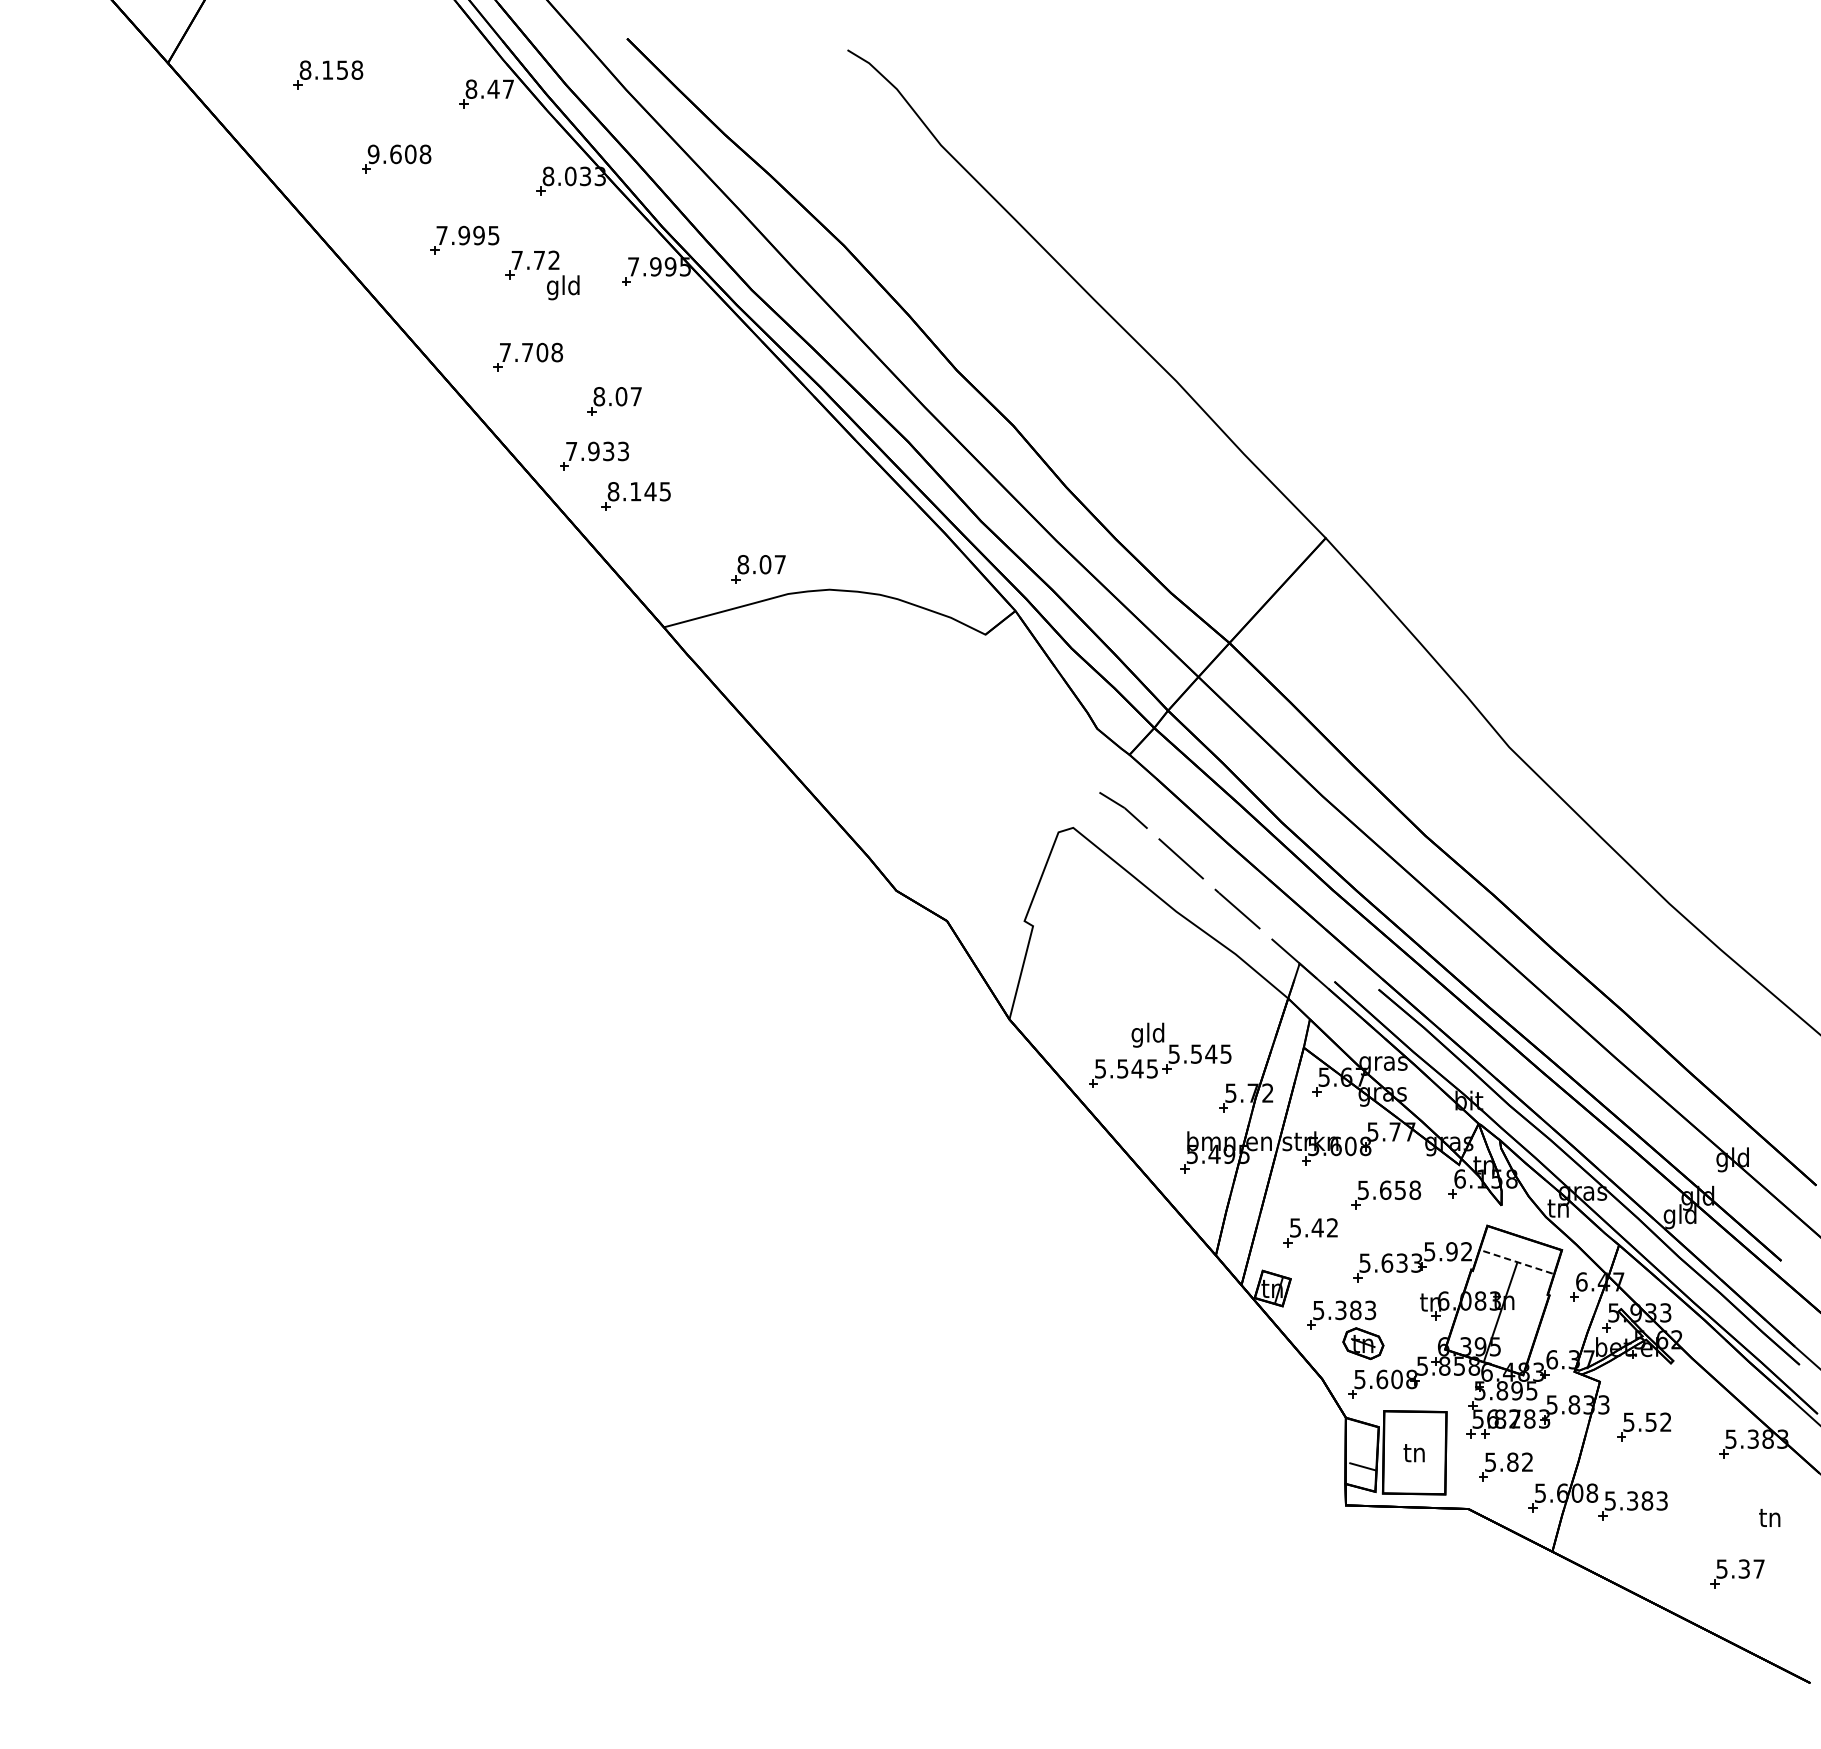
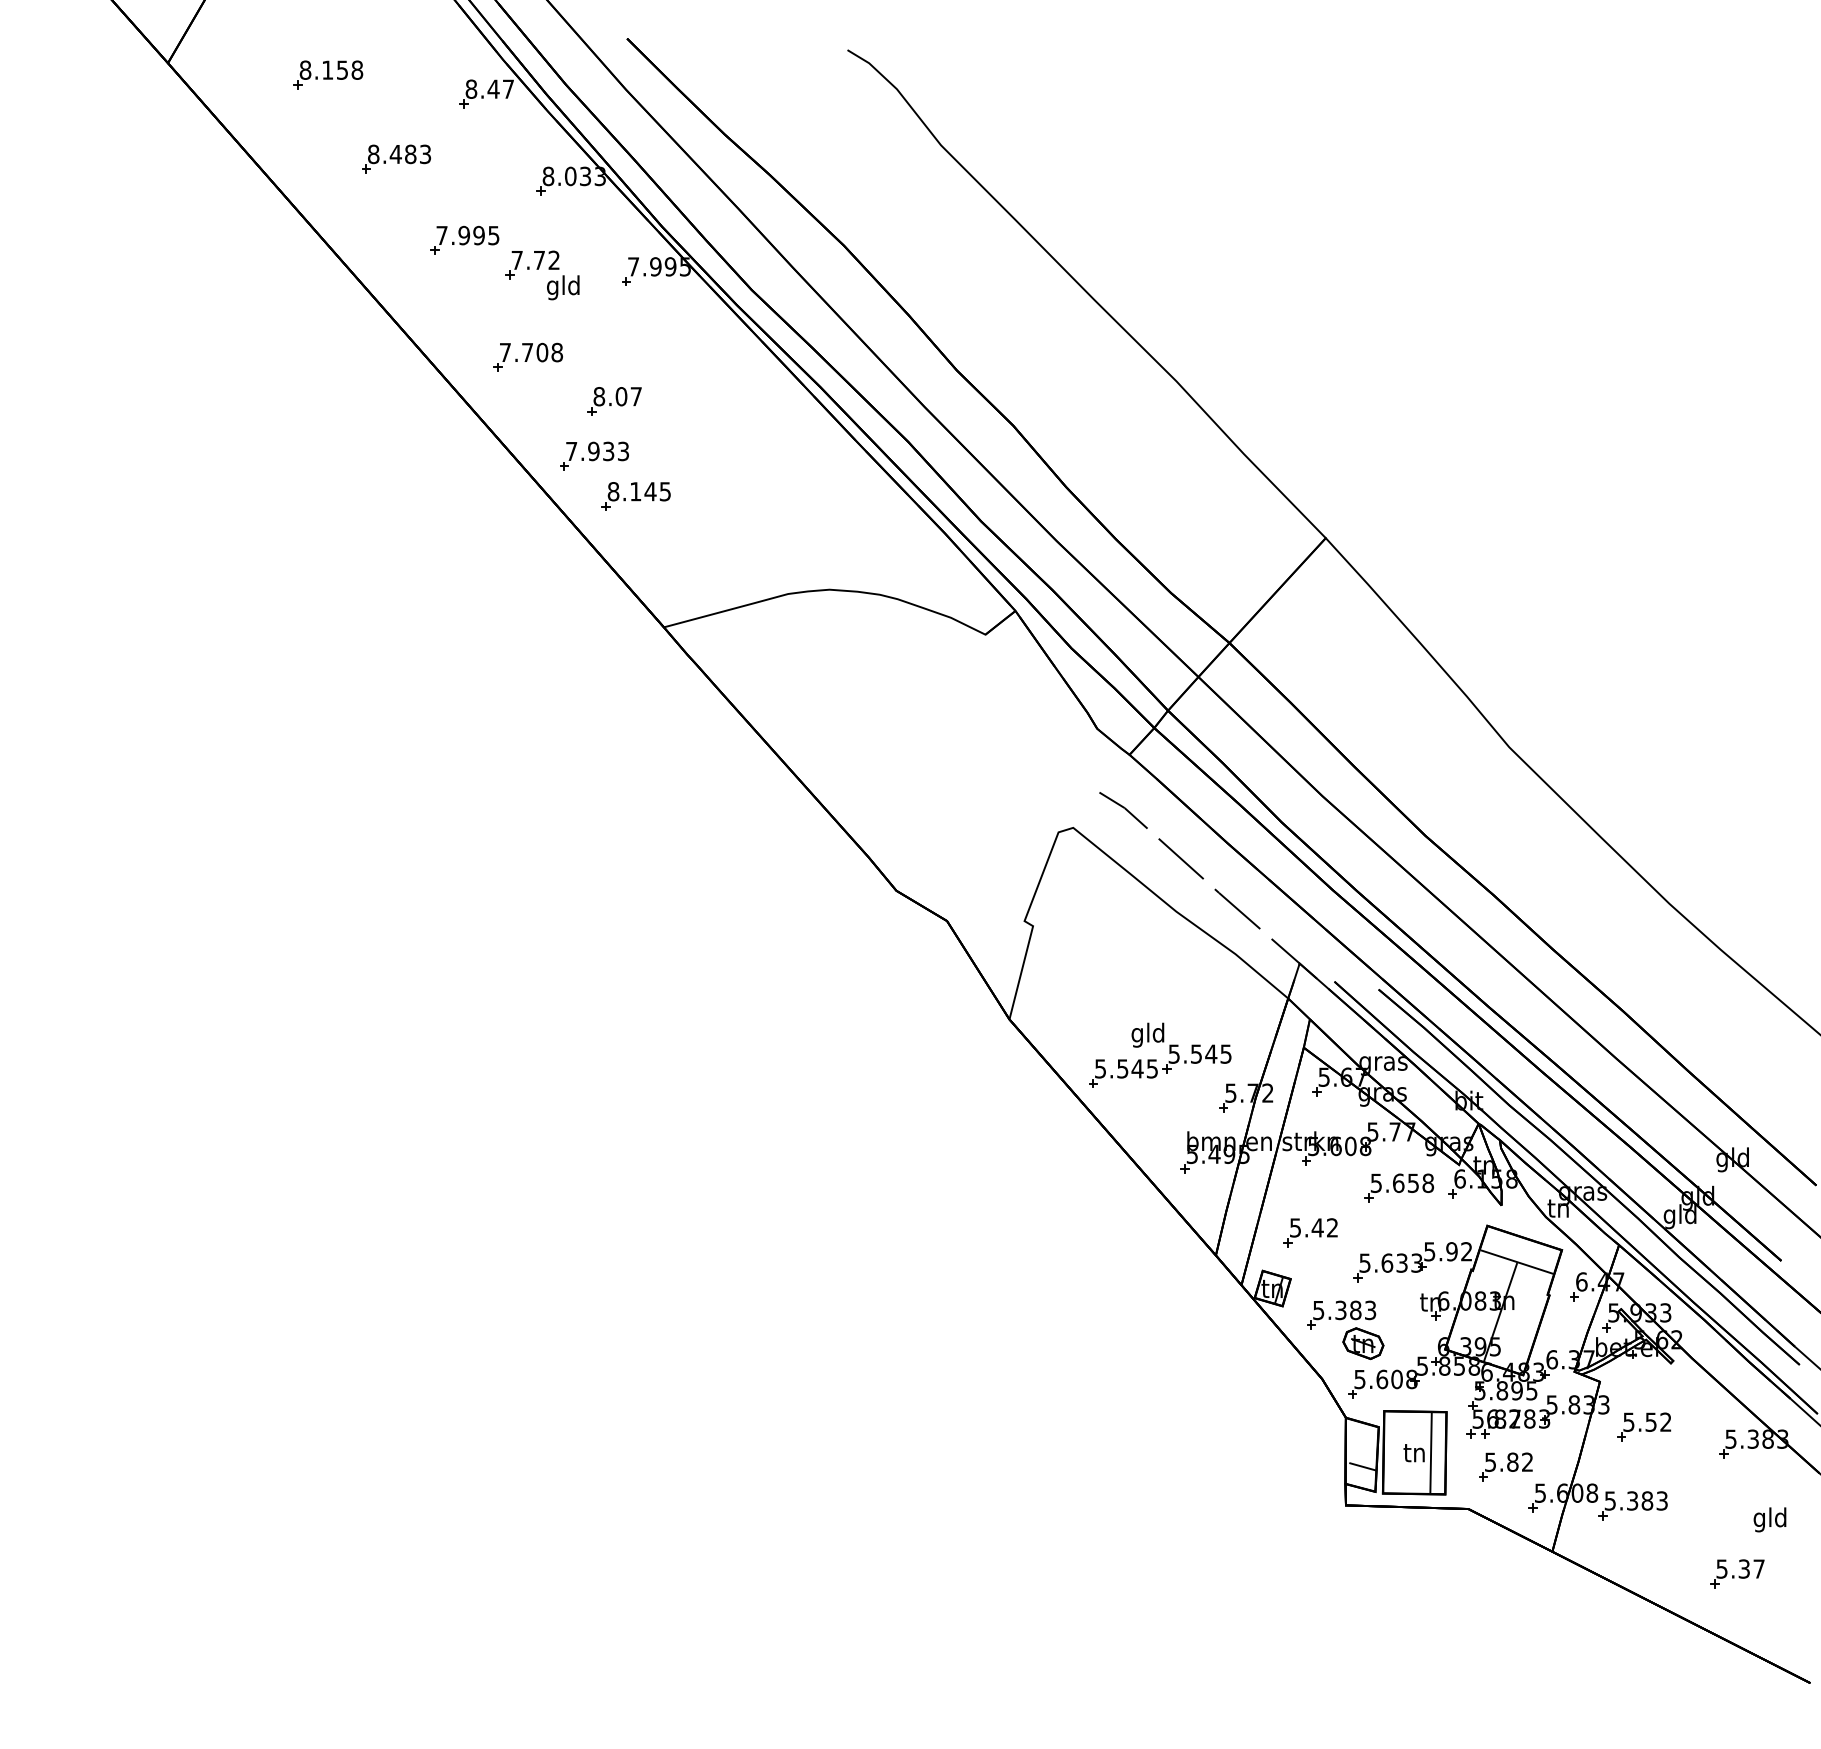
text at (399, 154): 9.608 -> 8.483
part at (758, 569): present -> none
part at (1386, 1194) position: (1386, 1194) -> (1399, 1187)
line at (1516, 1261): dashed -> solid
line at (1430, 1453): none -> present
text at (1769, 1519): tn -> gld
